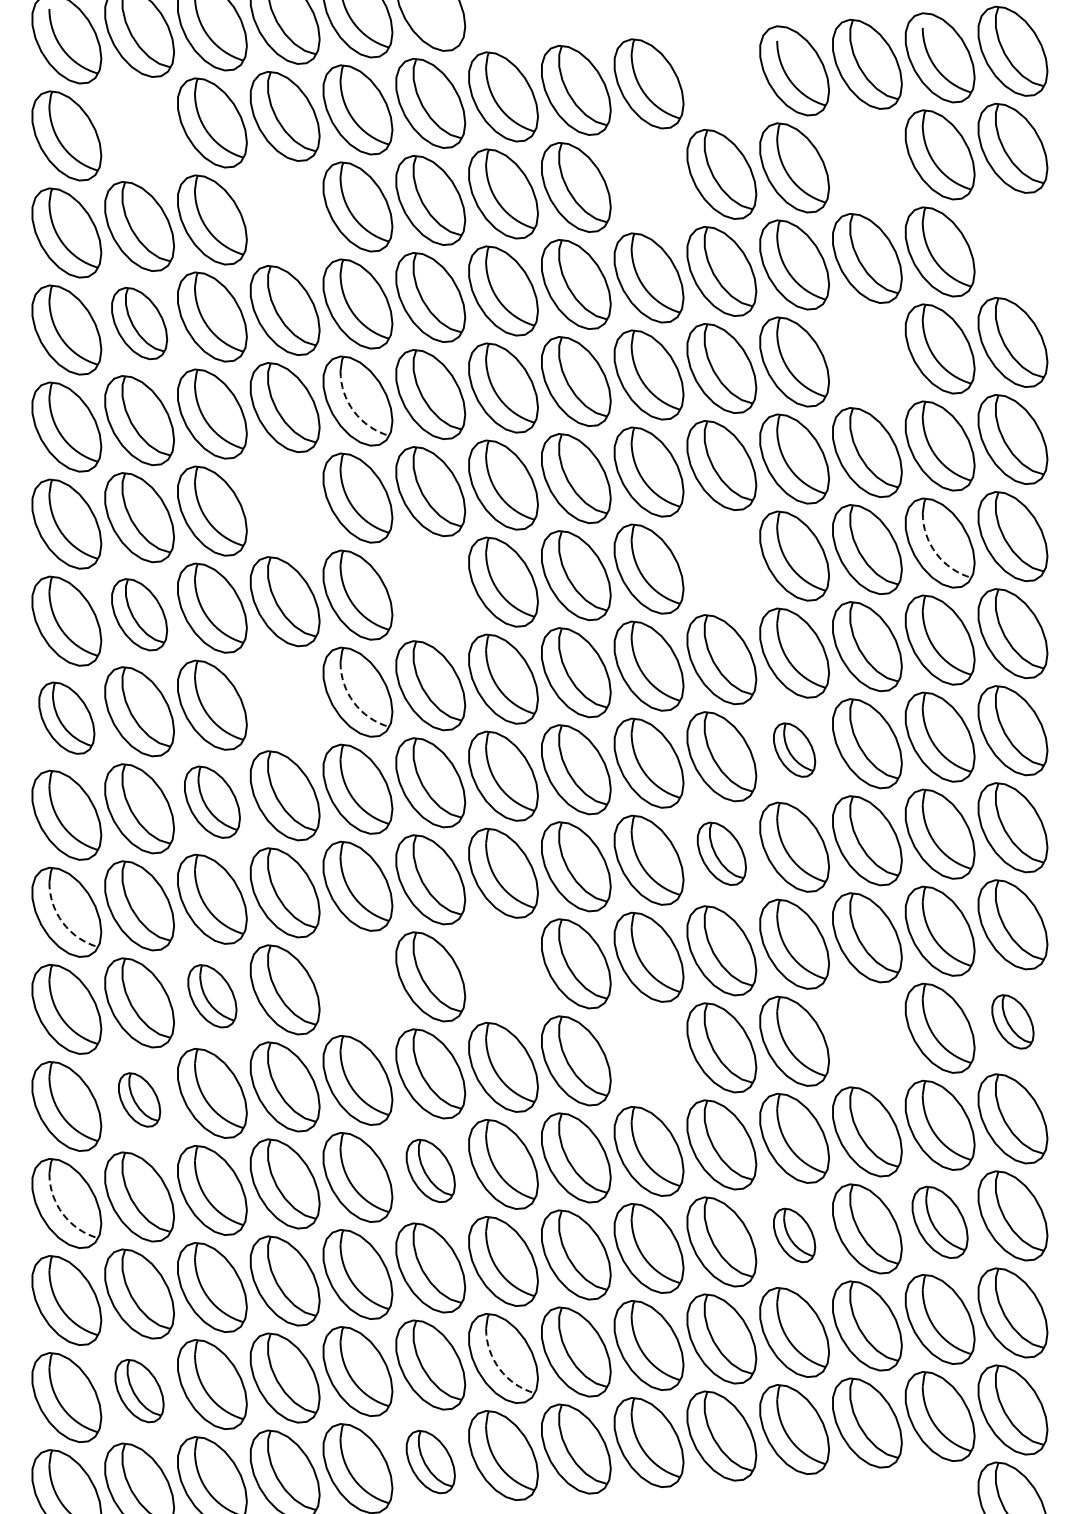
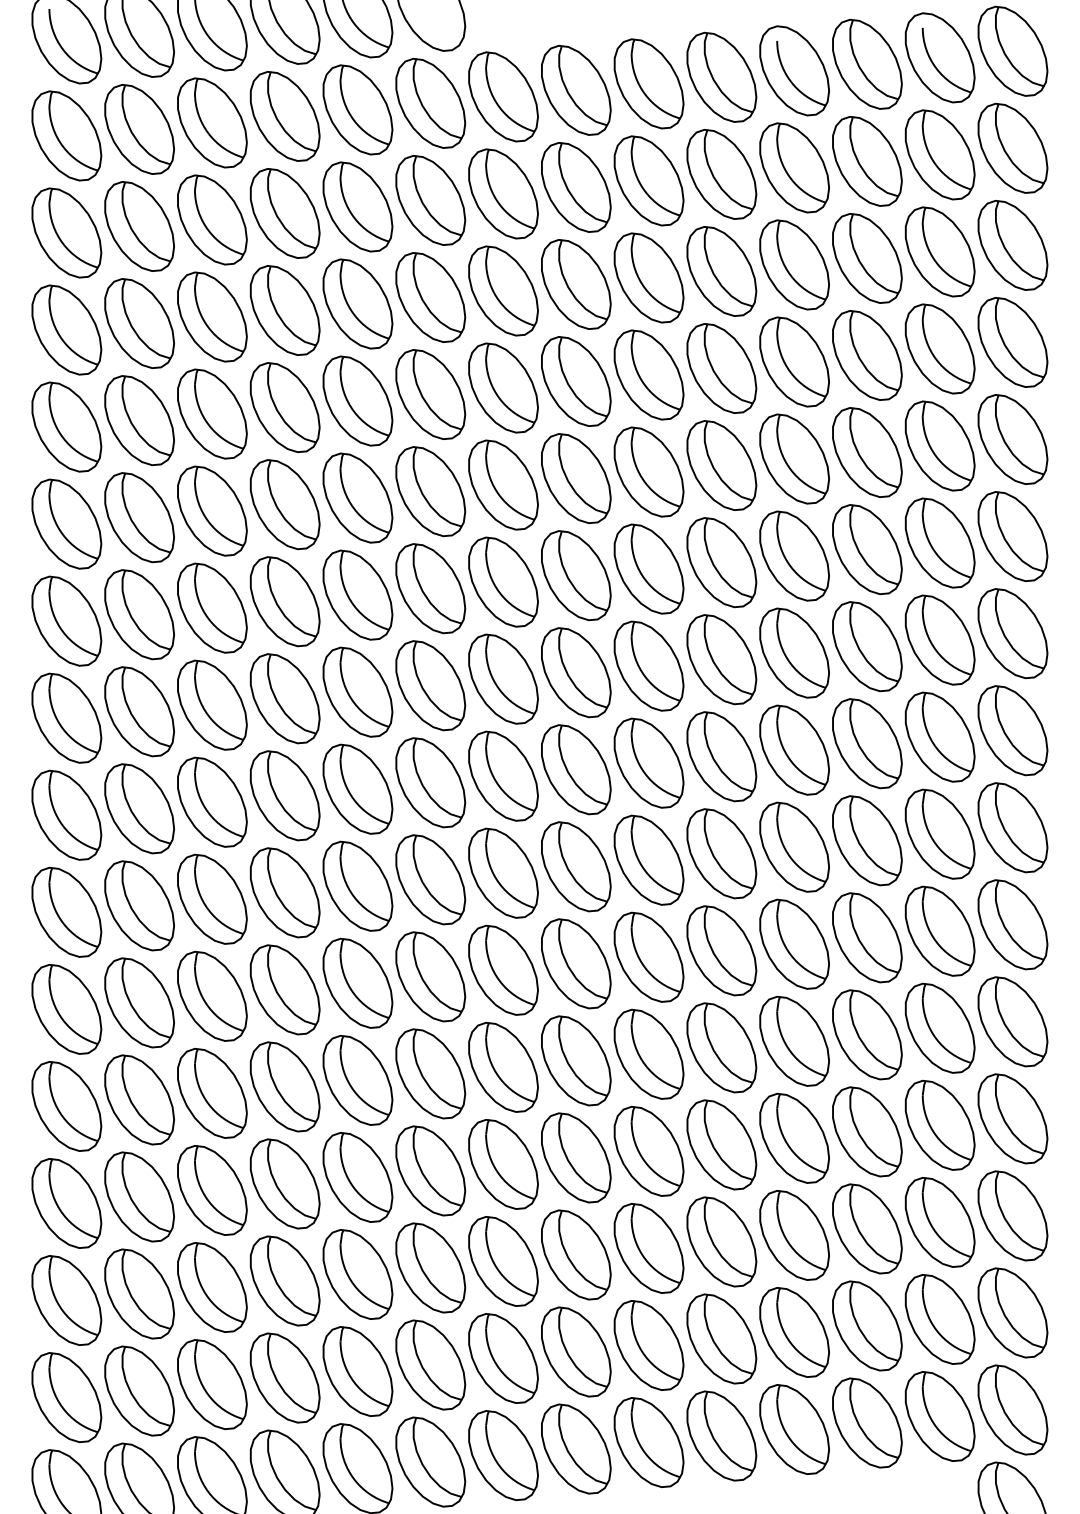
part at (721, 76): none -> present
part at (139, 129): none -> present
part at (867, 161): none -> present
part at (648, 180): none -> present
part at (284, 213): none -> present
part at (1012, 245): none -> present
part at (139, 323) size: 58x74 px -> 71x91 px
part at (867, 355): none -> present
arc at (354, 411): dashed -> solid
part at (284, 504): none -> present
arc at (936, 553): dashed -> solid
part at (721, 562): none -> present
part at (430, 588): none -> present
part at (139, 614) size: 58x74 px -> 71x92 px
part at (284, 698): none -> present
arc at (354, 702): dashed -> solid
part at (66, 717) size: 58x74 px -> 72x92 px
part at (794, 749) size: 44x56 px -> 71x92 px
part at (212, 801) size: 57x74 px -> 71x92 px
part at (721, 853) size: 50x65 px -> 72x92 px
arc at (63, 922): dashed -> solid
part at (503, 969): none -> present
part at (357, 982): none -> present
part at (212, 996) size: 51x65 px -> 71x92 px
part at (1012, 1021) size: 44x56 px -> 72x92 px
part at (867, 1034): none -> present
part at (648, 1053): none -> present
part at (139, 1099) size: 44x56 px -> 71x92 px
part at (430, 1170) size: 51x65 px -> 72x92 px
arc at (63, 1214): dashed -> solid
part at (939, 1221) size: 58x74 px -> 72x91 px
part at (794, 1235) size: 44x57 px -> 71x91 px
arc at (499, 1369): dashed -> solid
part at (139, 1391) size: 51x65 px -> 71x92 px
part at (430, 1462) size: 51x65 px -> 72x92 px
